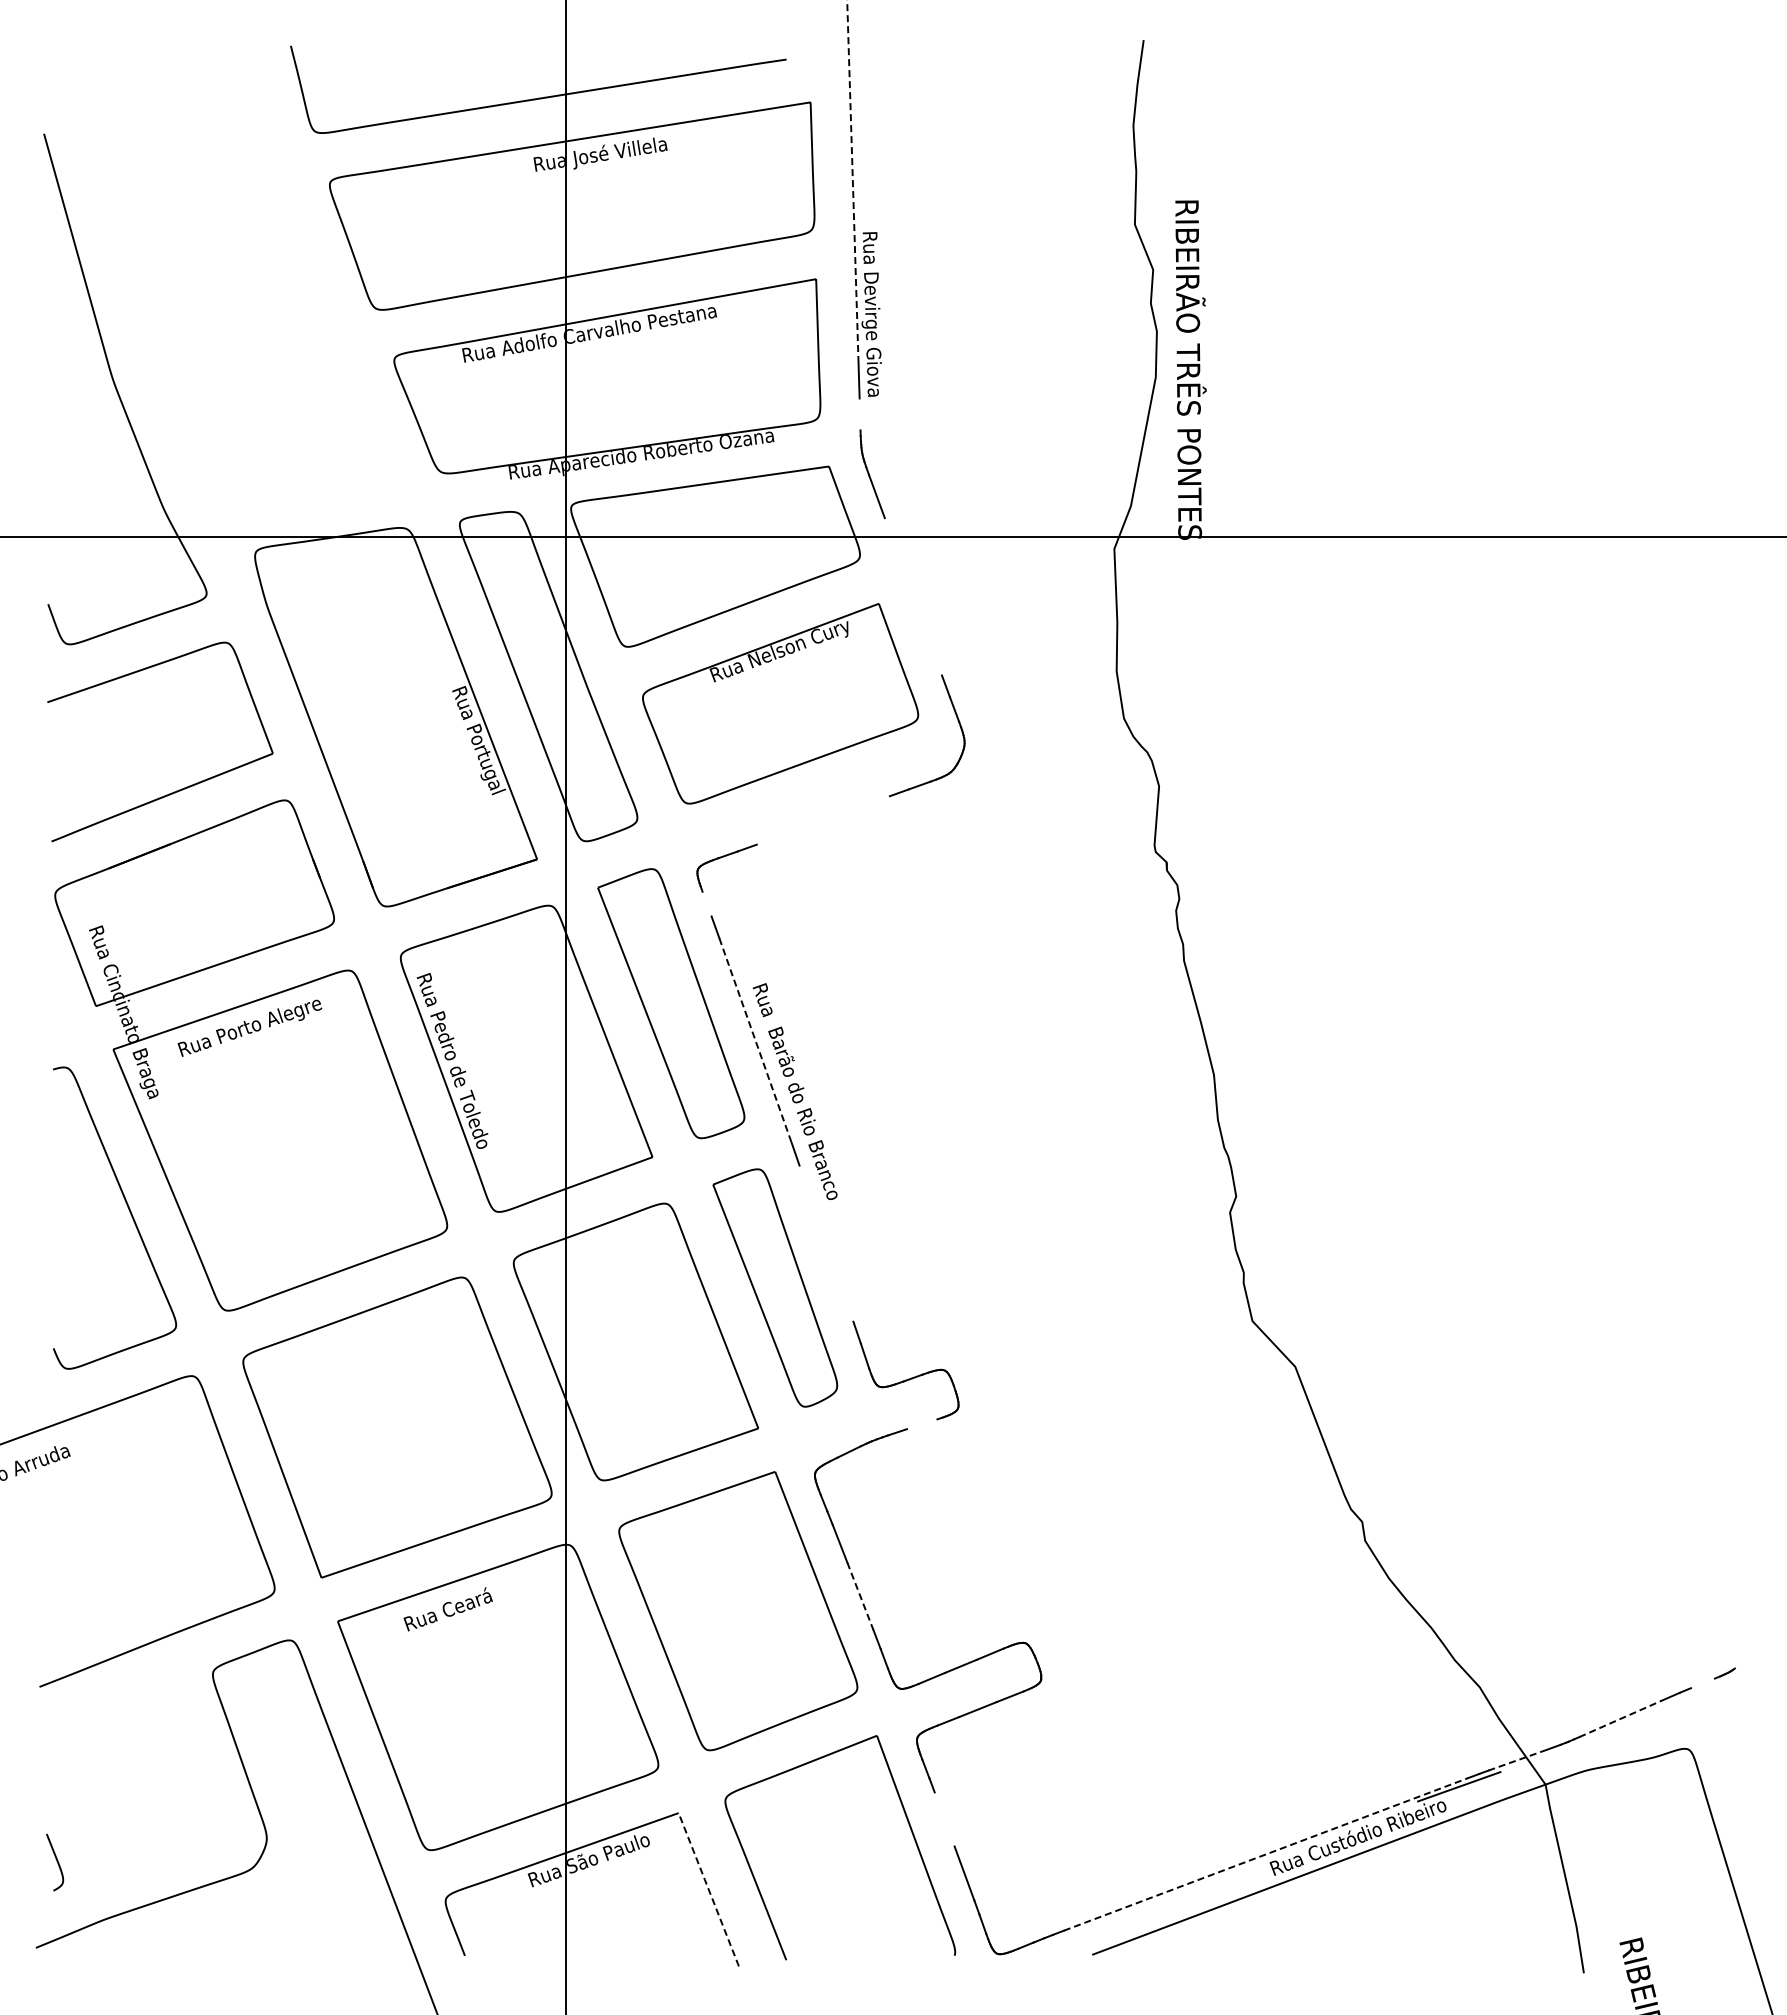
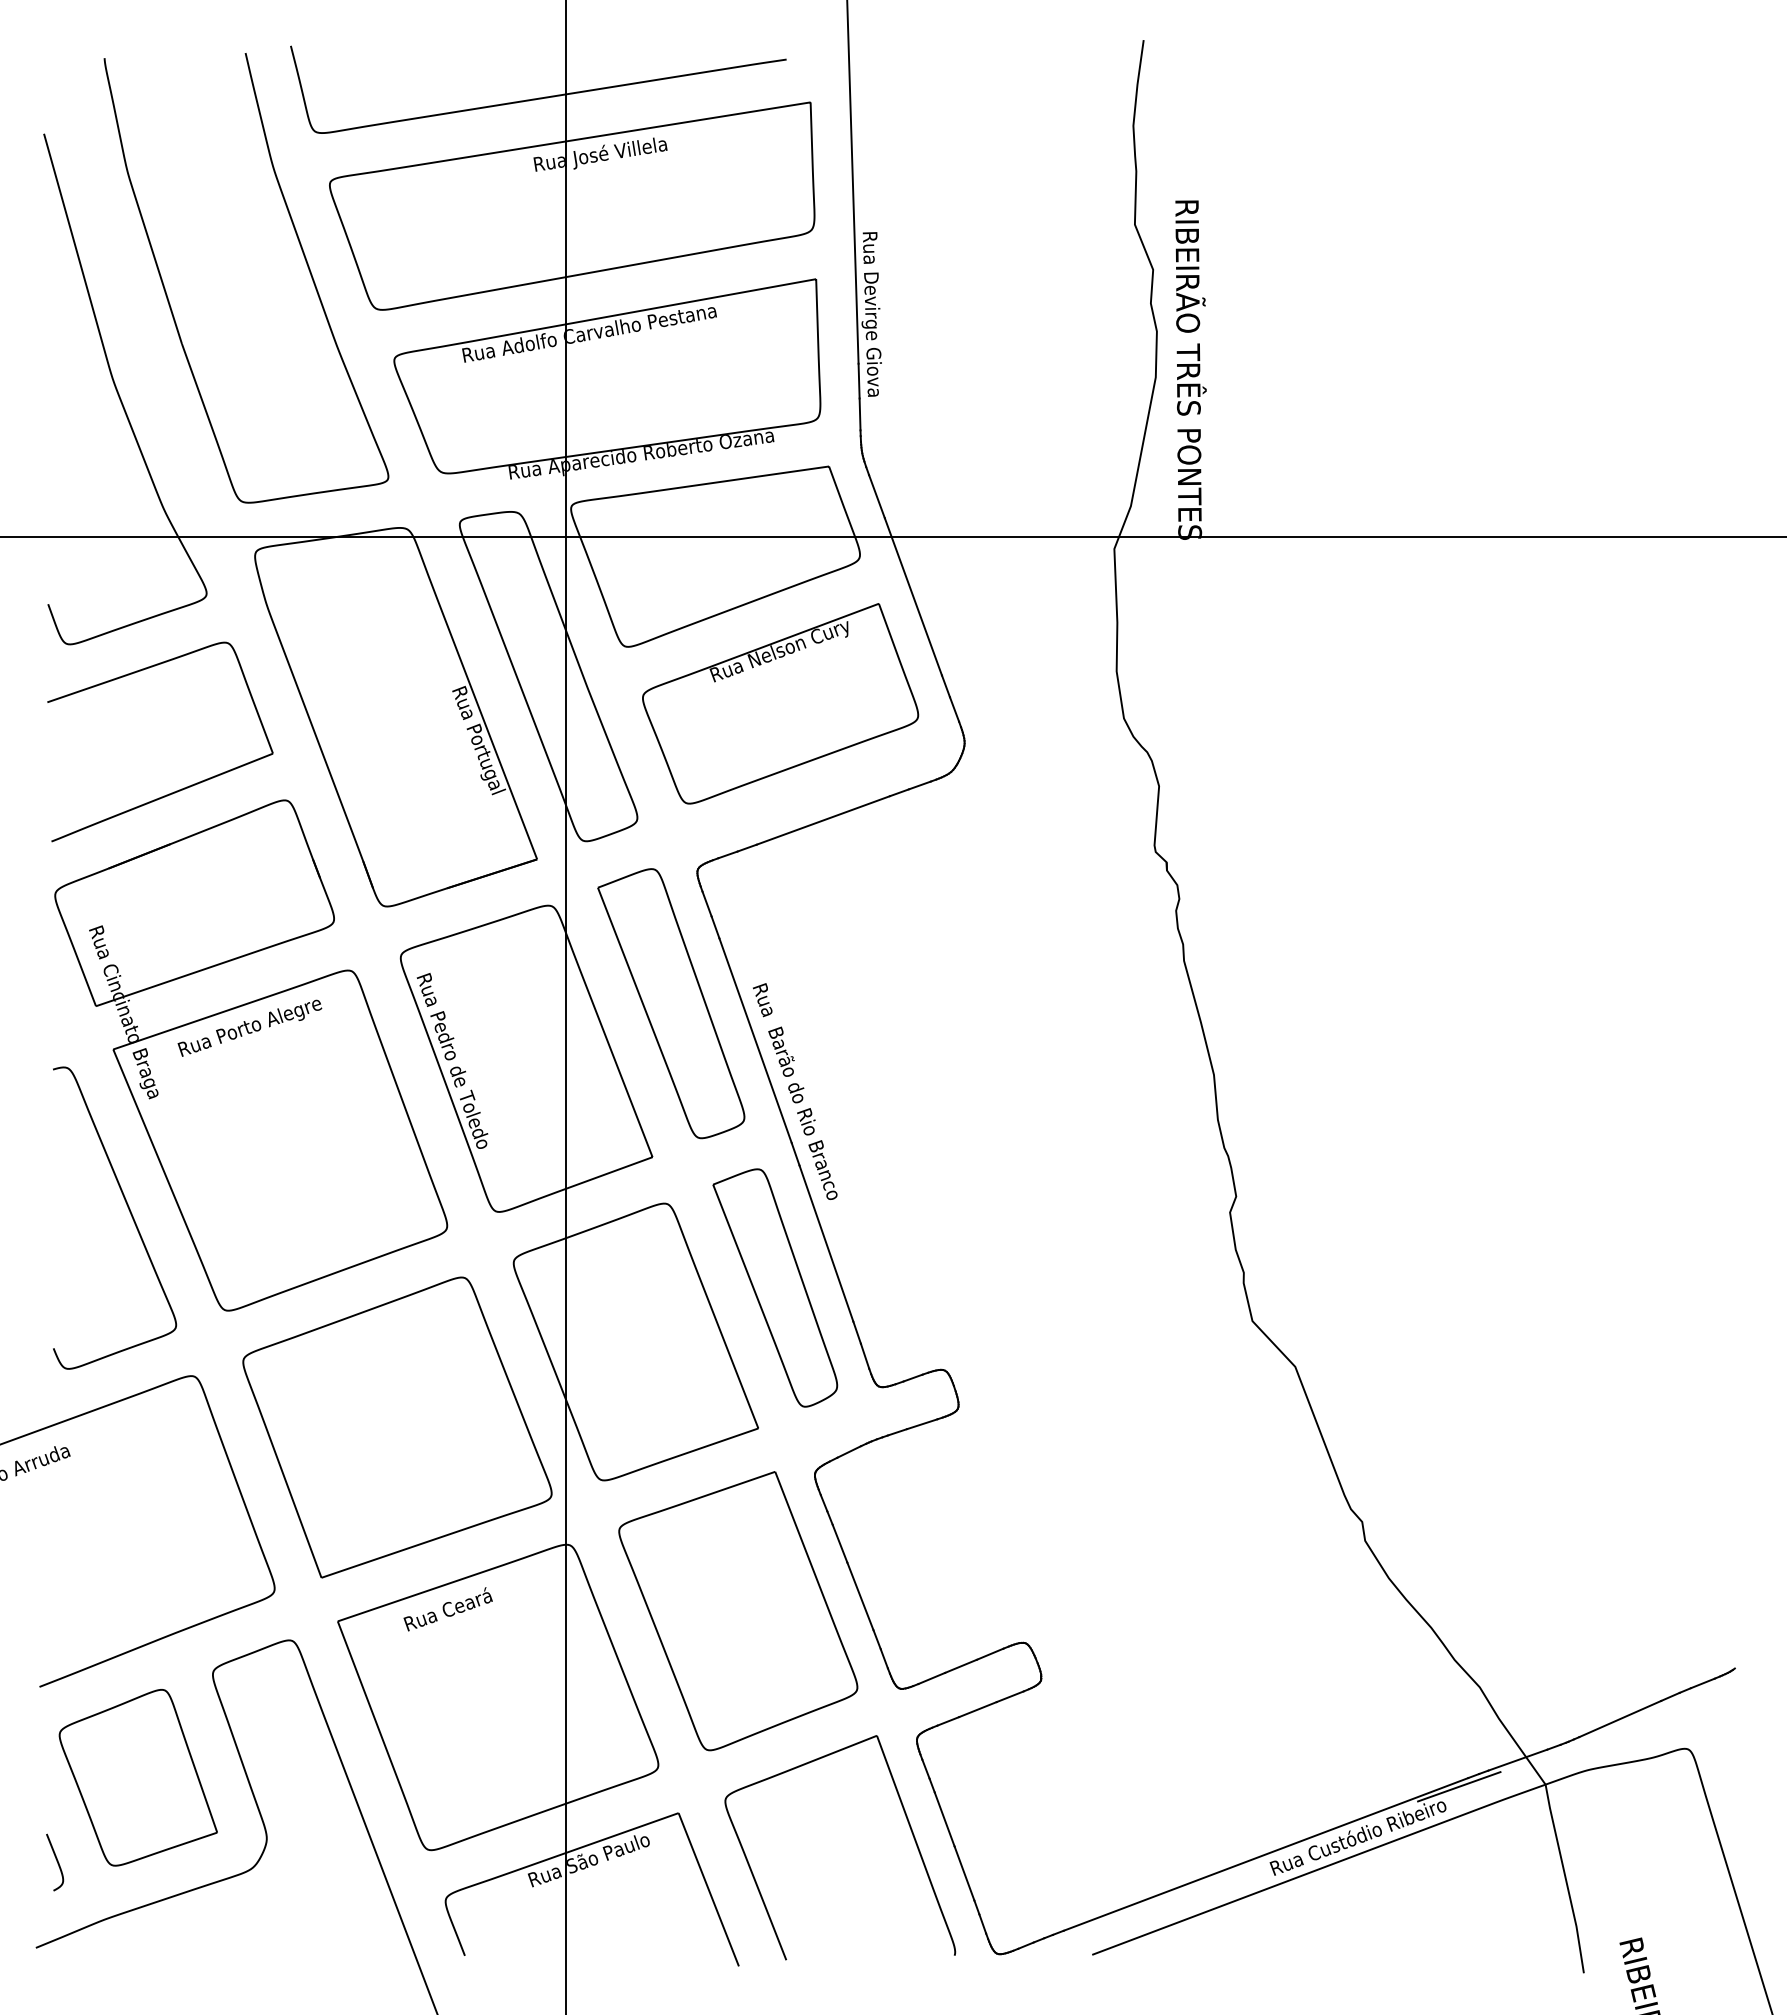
line at (852, 181): dashed -> solid
part at (303, 256): none -> present
line at (859, 414): none -> present
line at (912, 596): none -> present
line at (822, 820): none -> present
line at (706, 903): none -> present
line at (755, 1040): dashed -> solid
line at (826, 1243): none -> present
line at (922, 1424): none -> present
line at (860, 1596): dashed -> solid
line at (1702, 1683): none -> present
line at (1620, 1719): dashed -> solid
line at (1518, 1759): dashed -> solid
part at (137, 1777): none -> present
line at (944, 1819): none -> present
line at (1266, 1854): dashed -> solid
line at (708, 1889): dashed -> solid
